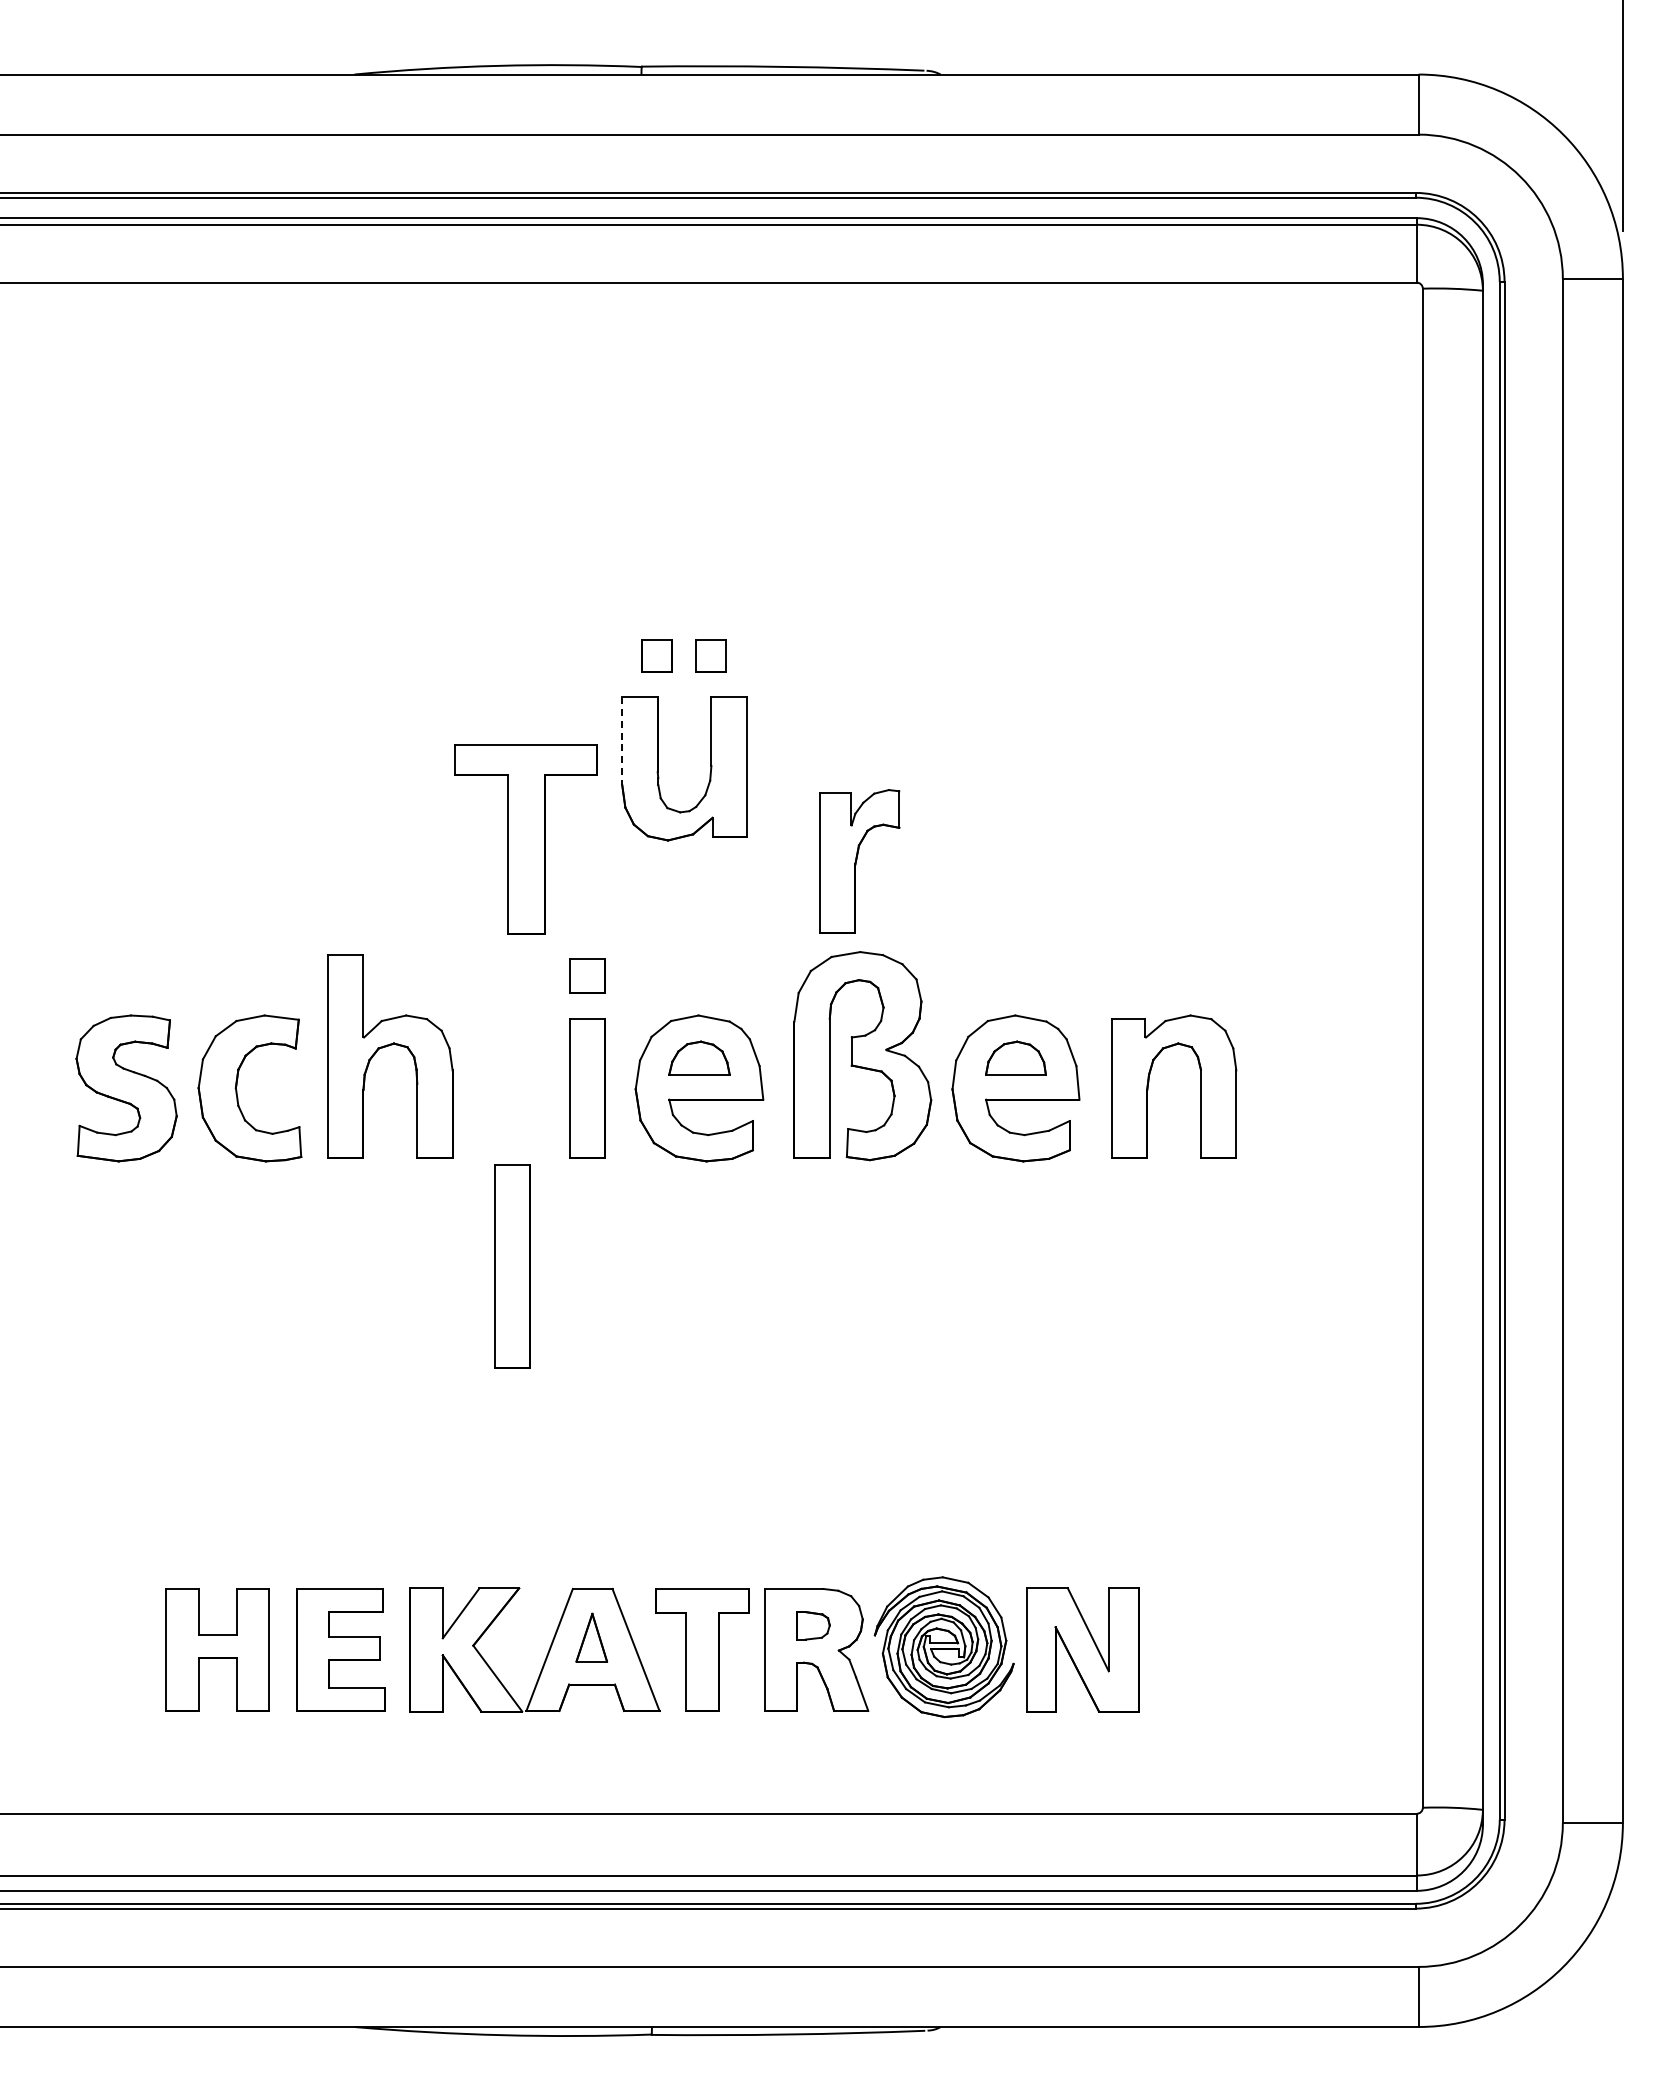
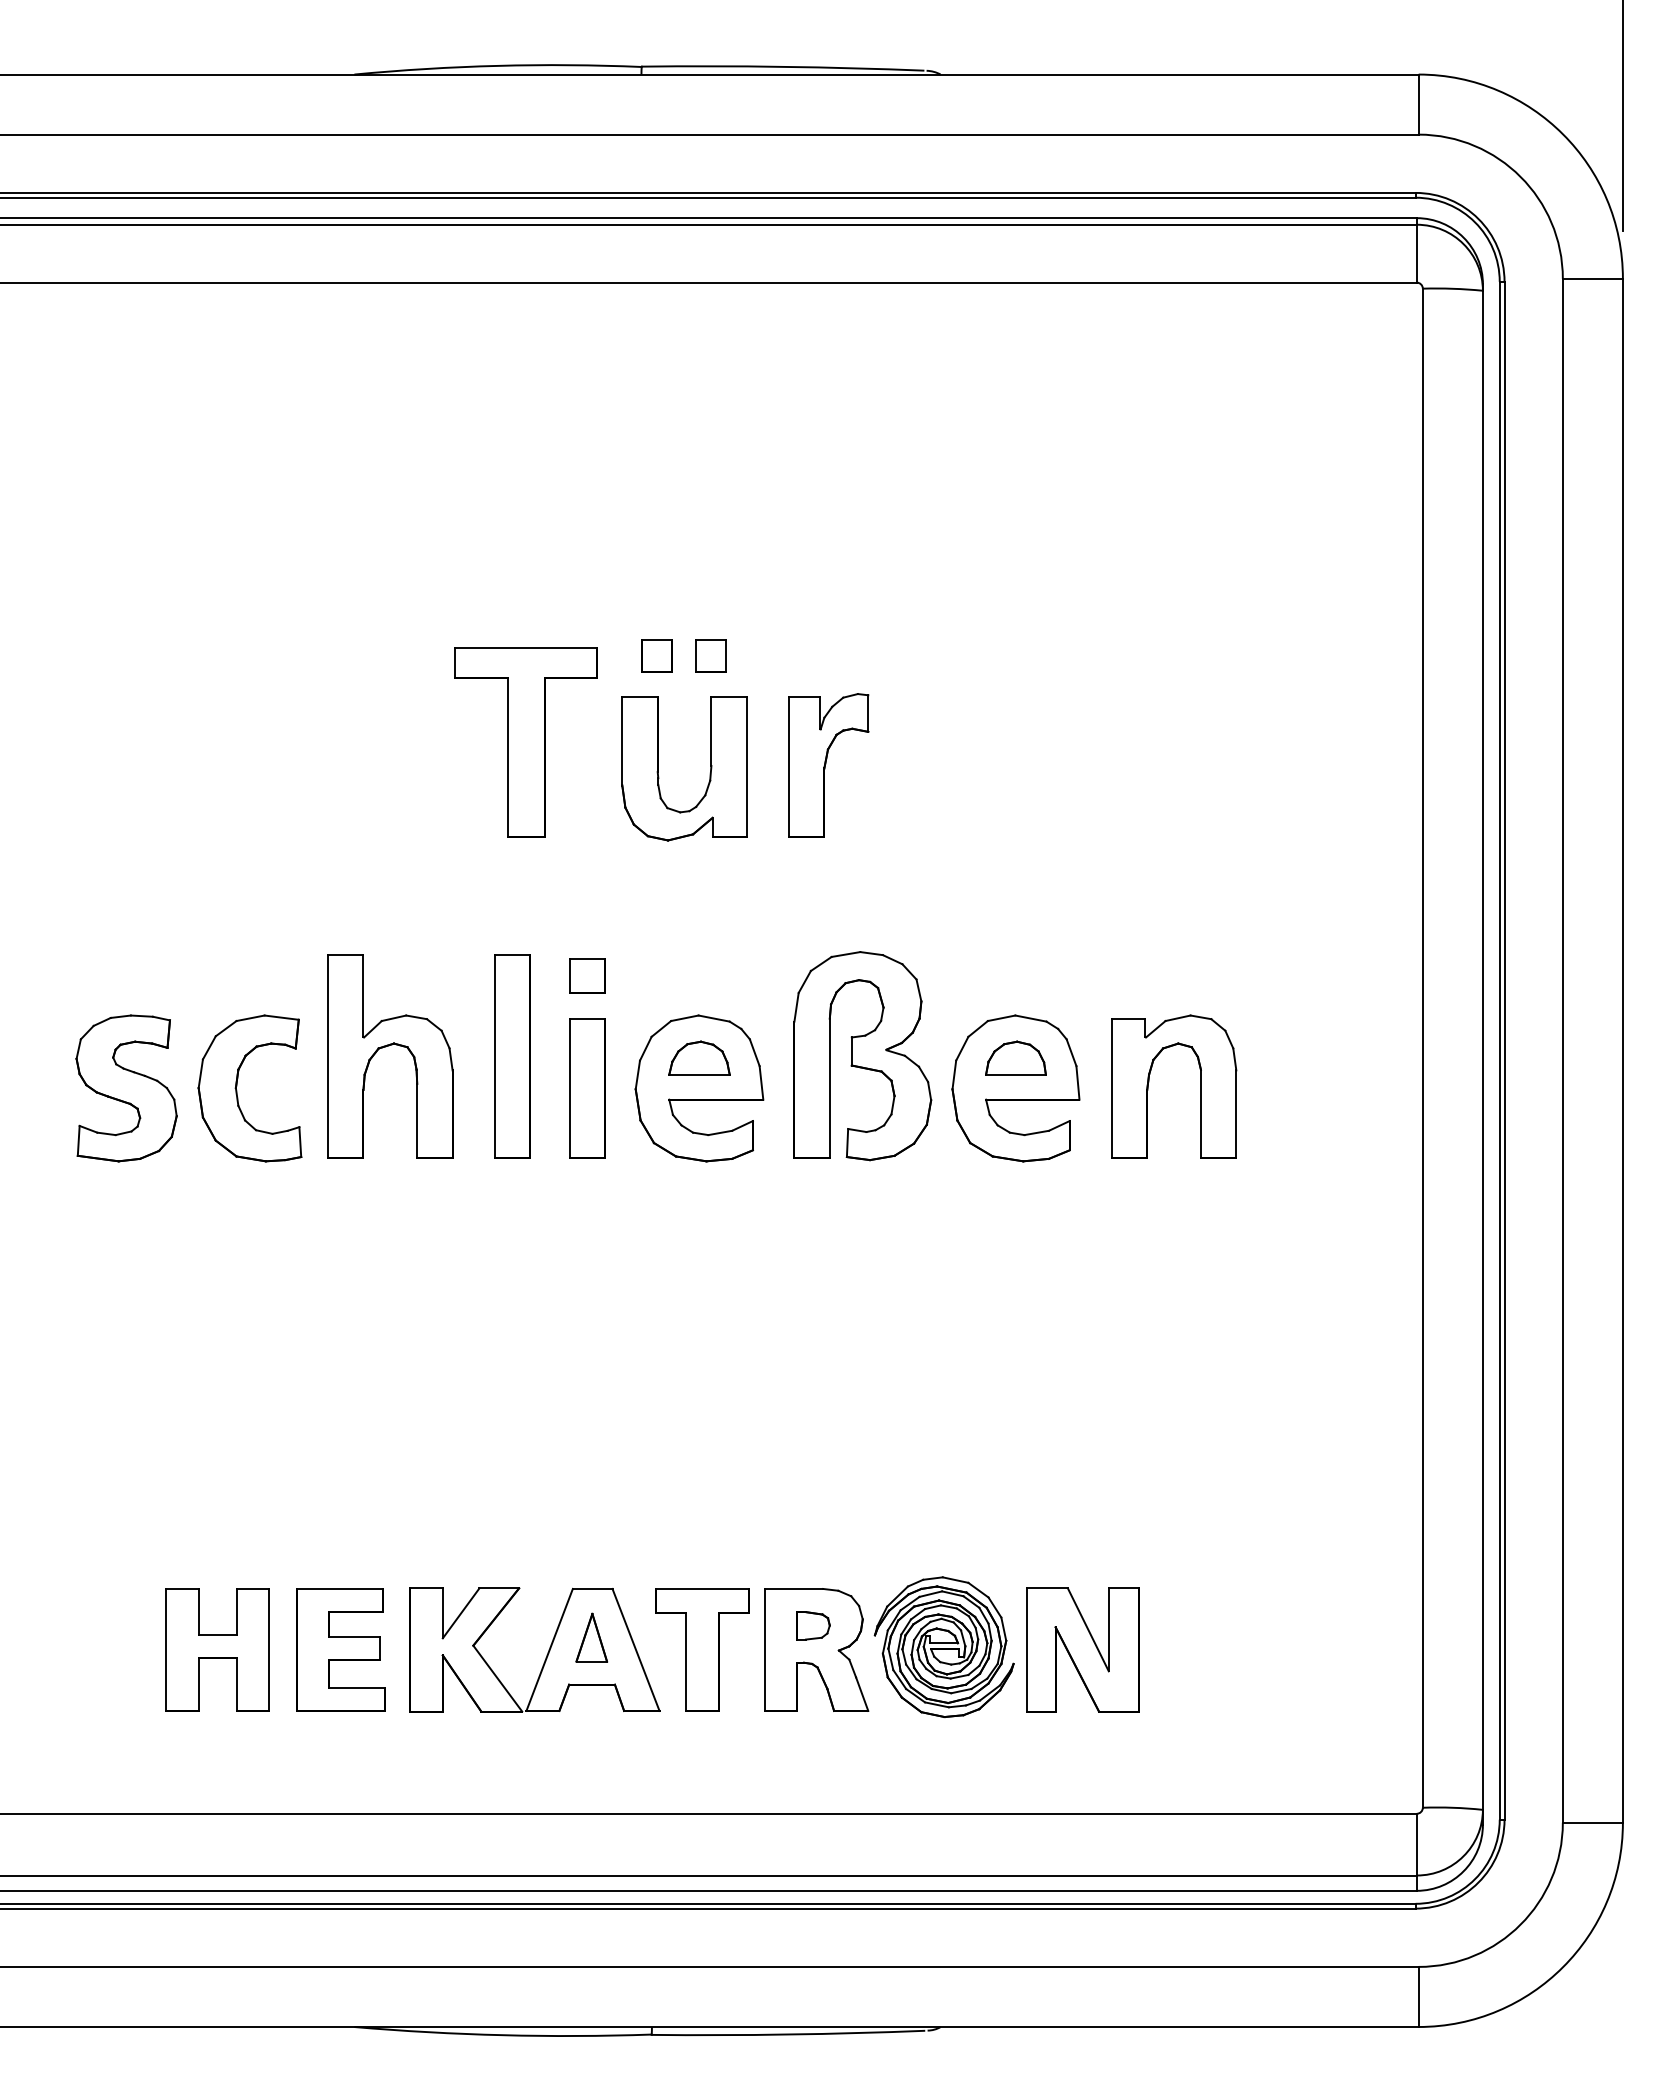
line at (622, 741): dashed -> solid
part at (525, 839) position: (525, 839) -> (525, 742)
part at (859, 861) position: (859, 861) -> (828, 765)
part at (512, 1266) position: (512, 1266) -> (512, 1056)
